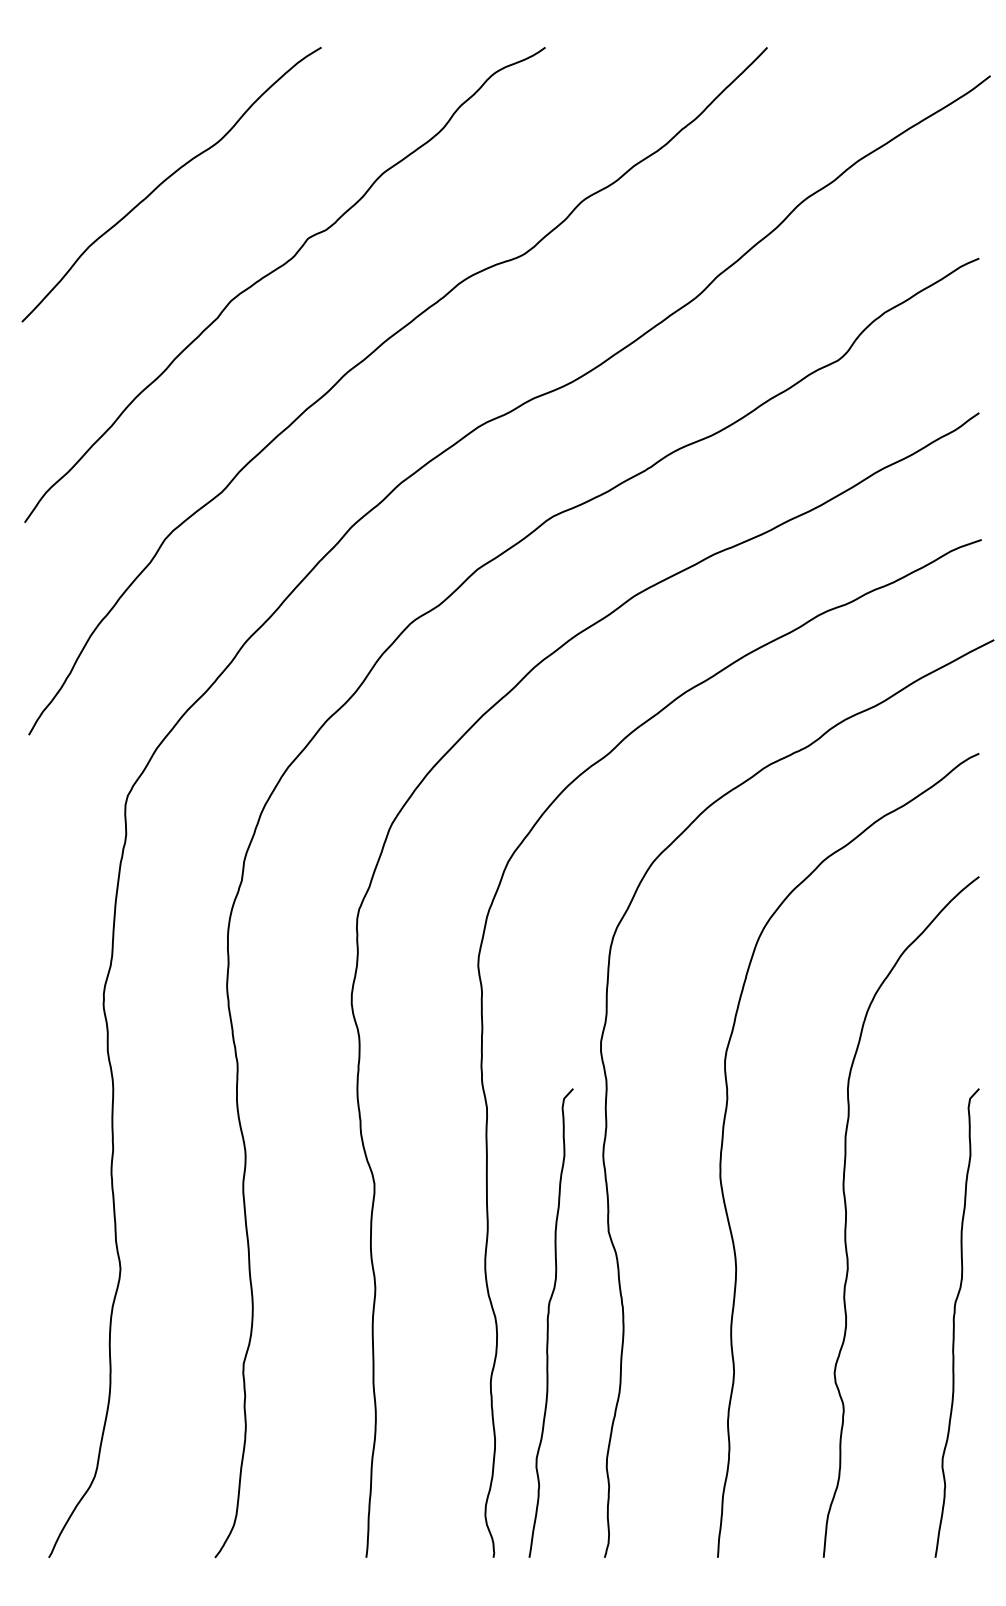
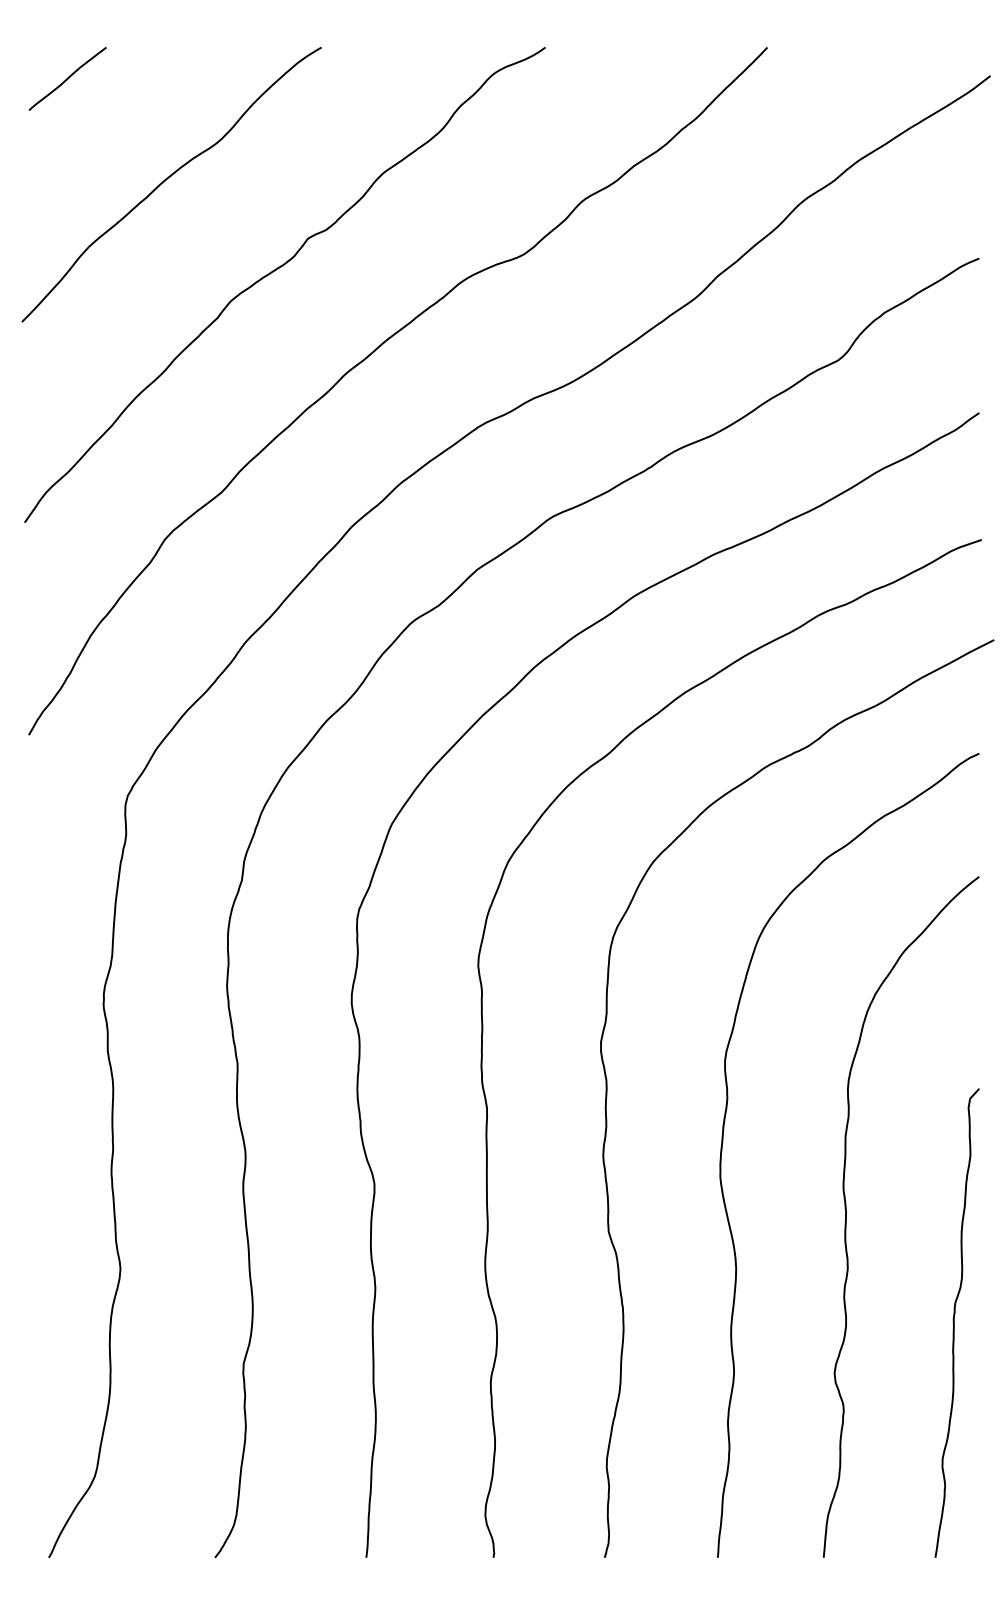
curve at (67, 78): none -> present
curve at (548, 1322): present -> none
